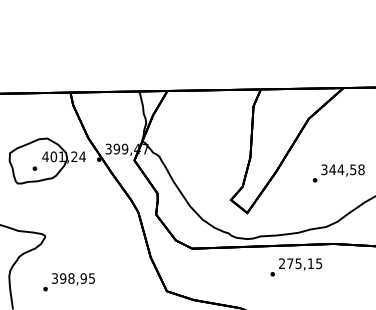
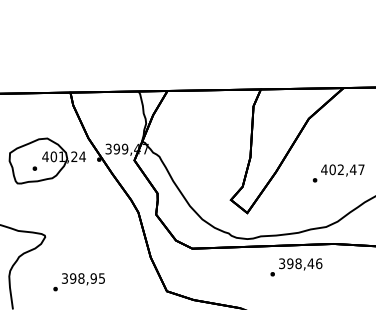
text at (342, 169): 344,58 -> 402,47
text at (300, 263): 275,15 -> 398,46
text at (68, 282) position: (68, 282) -> (78, 282)
